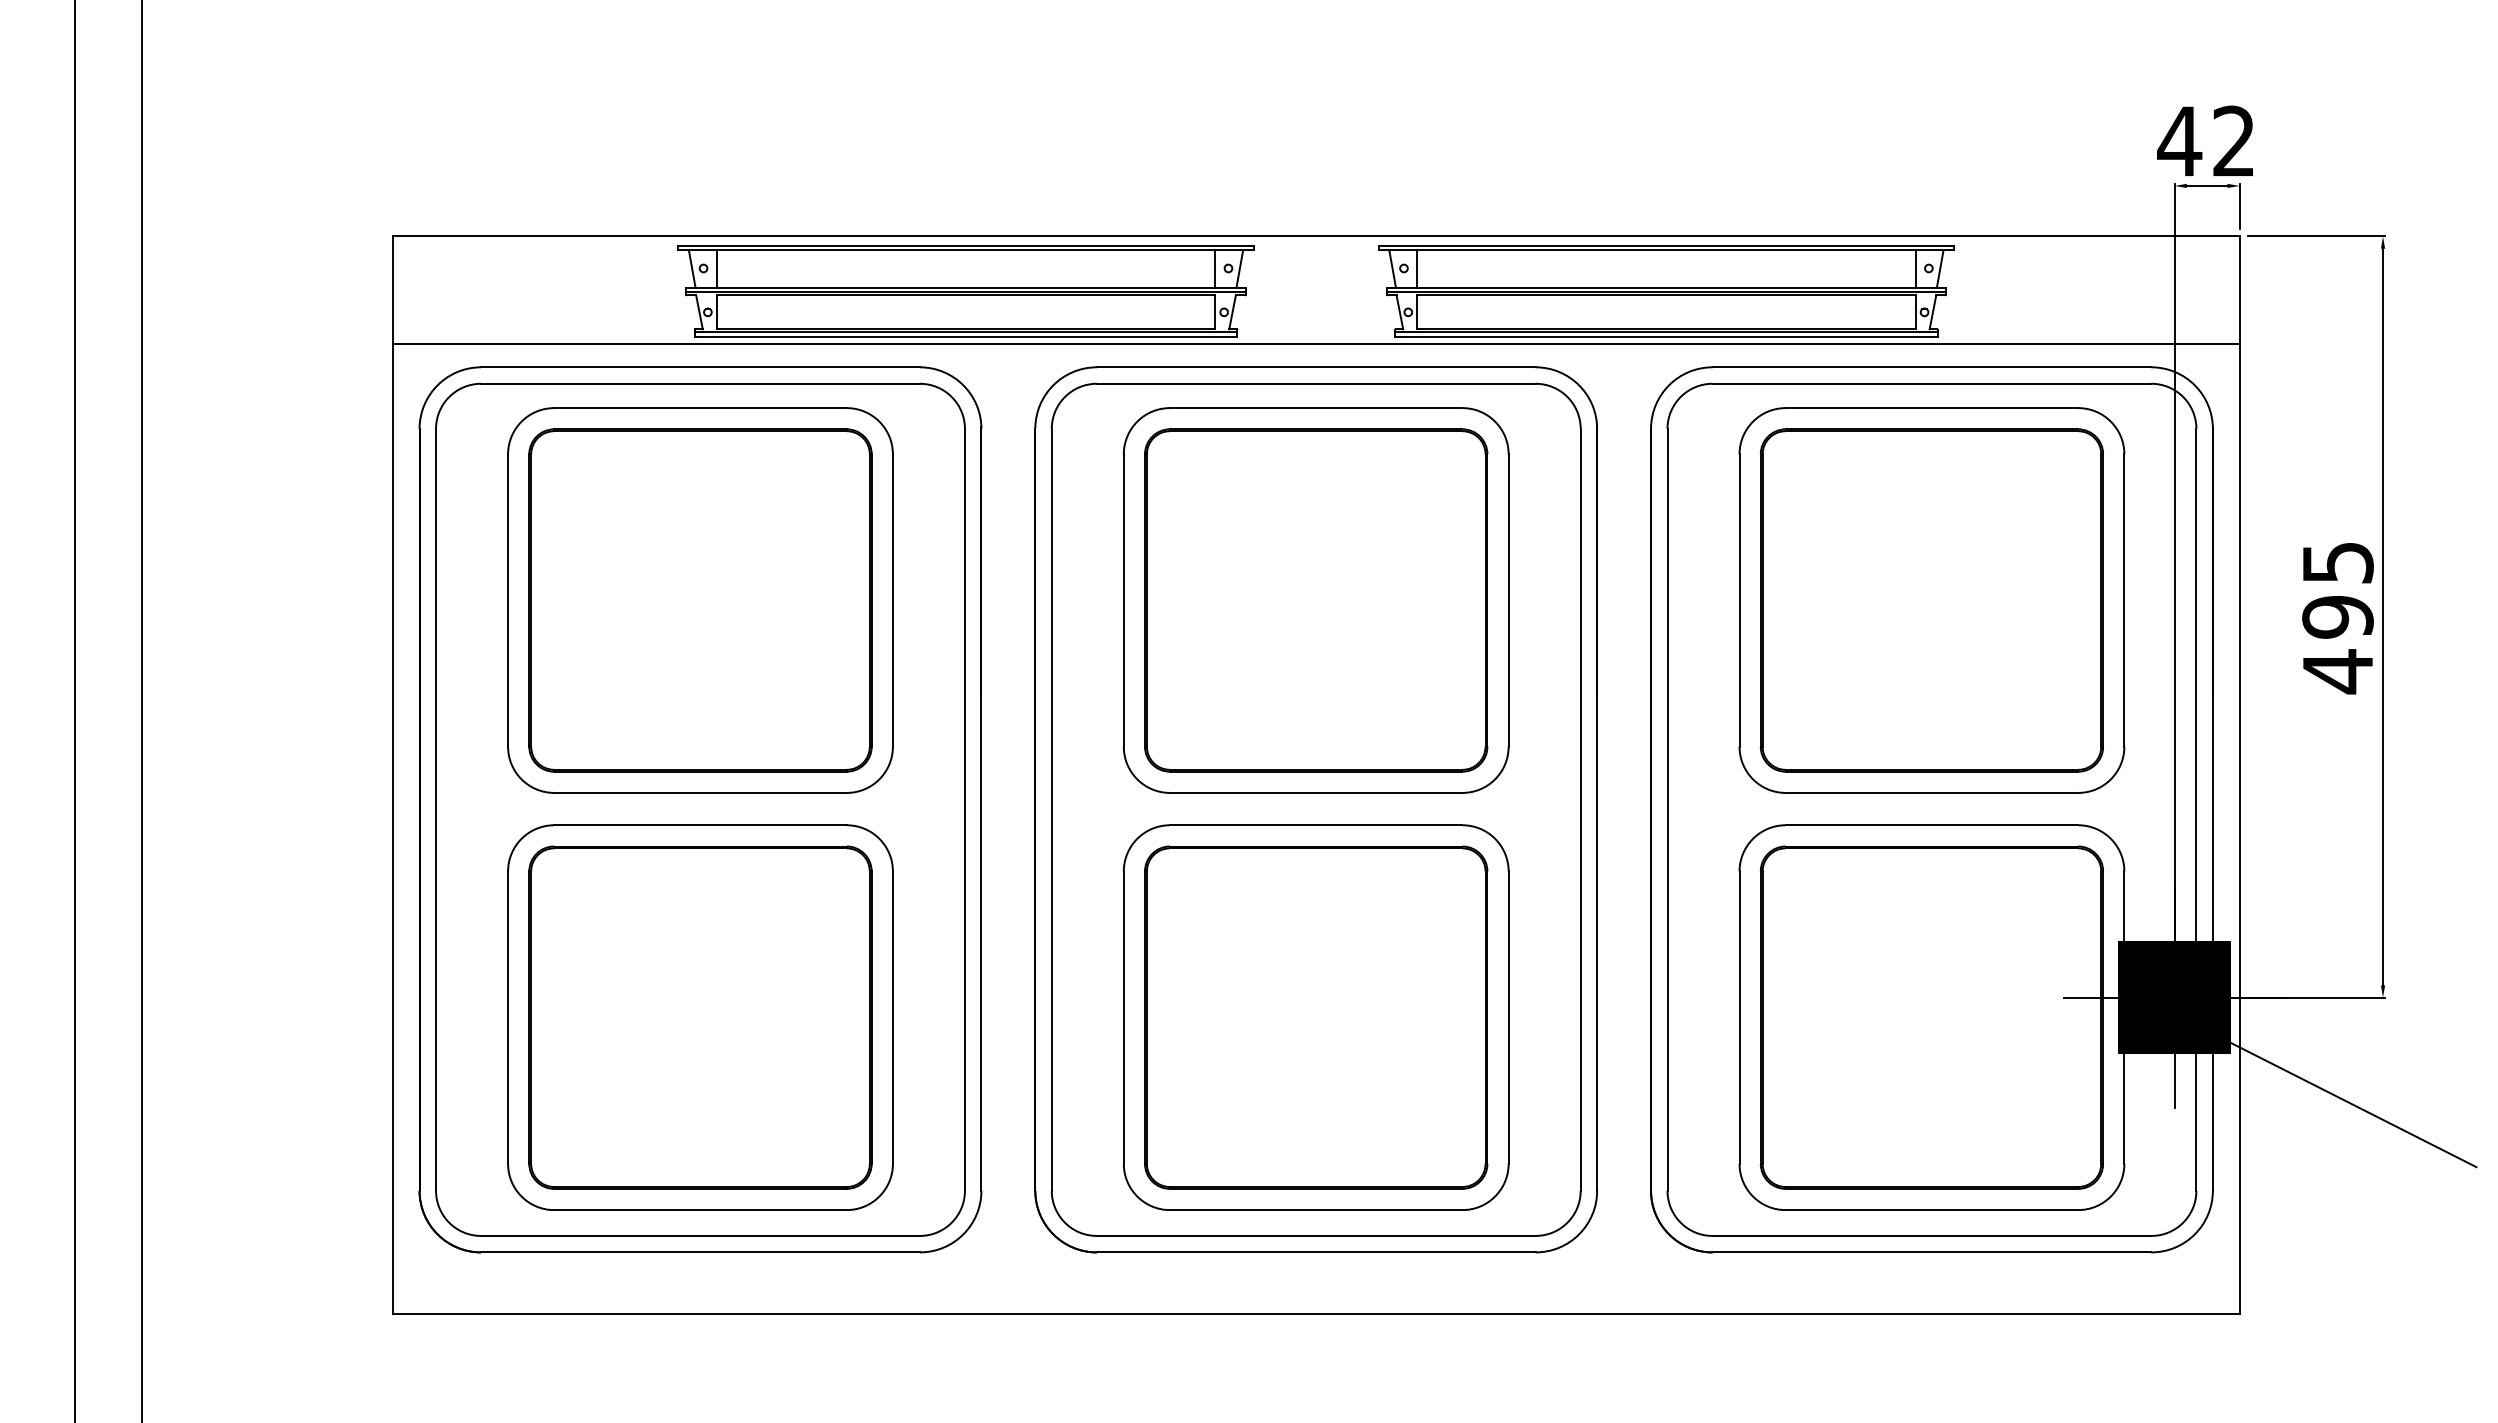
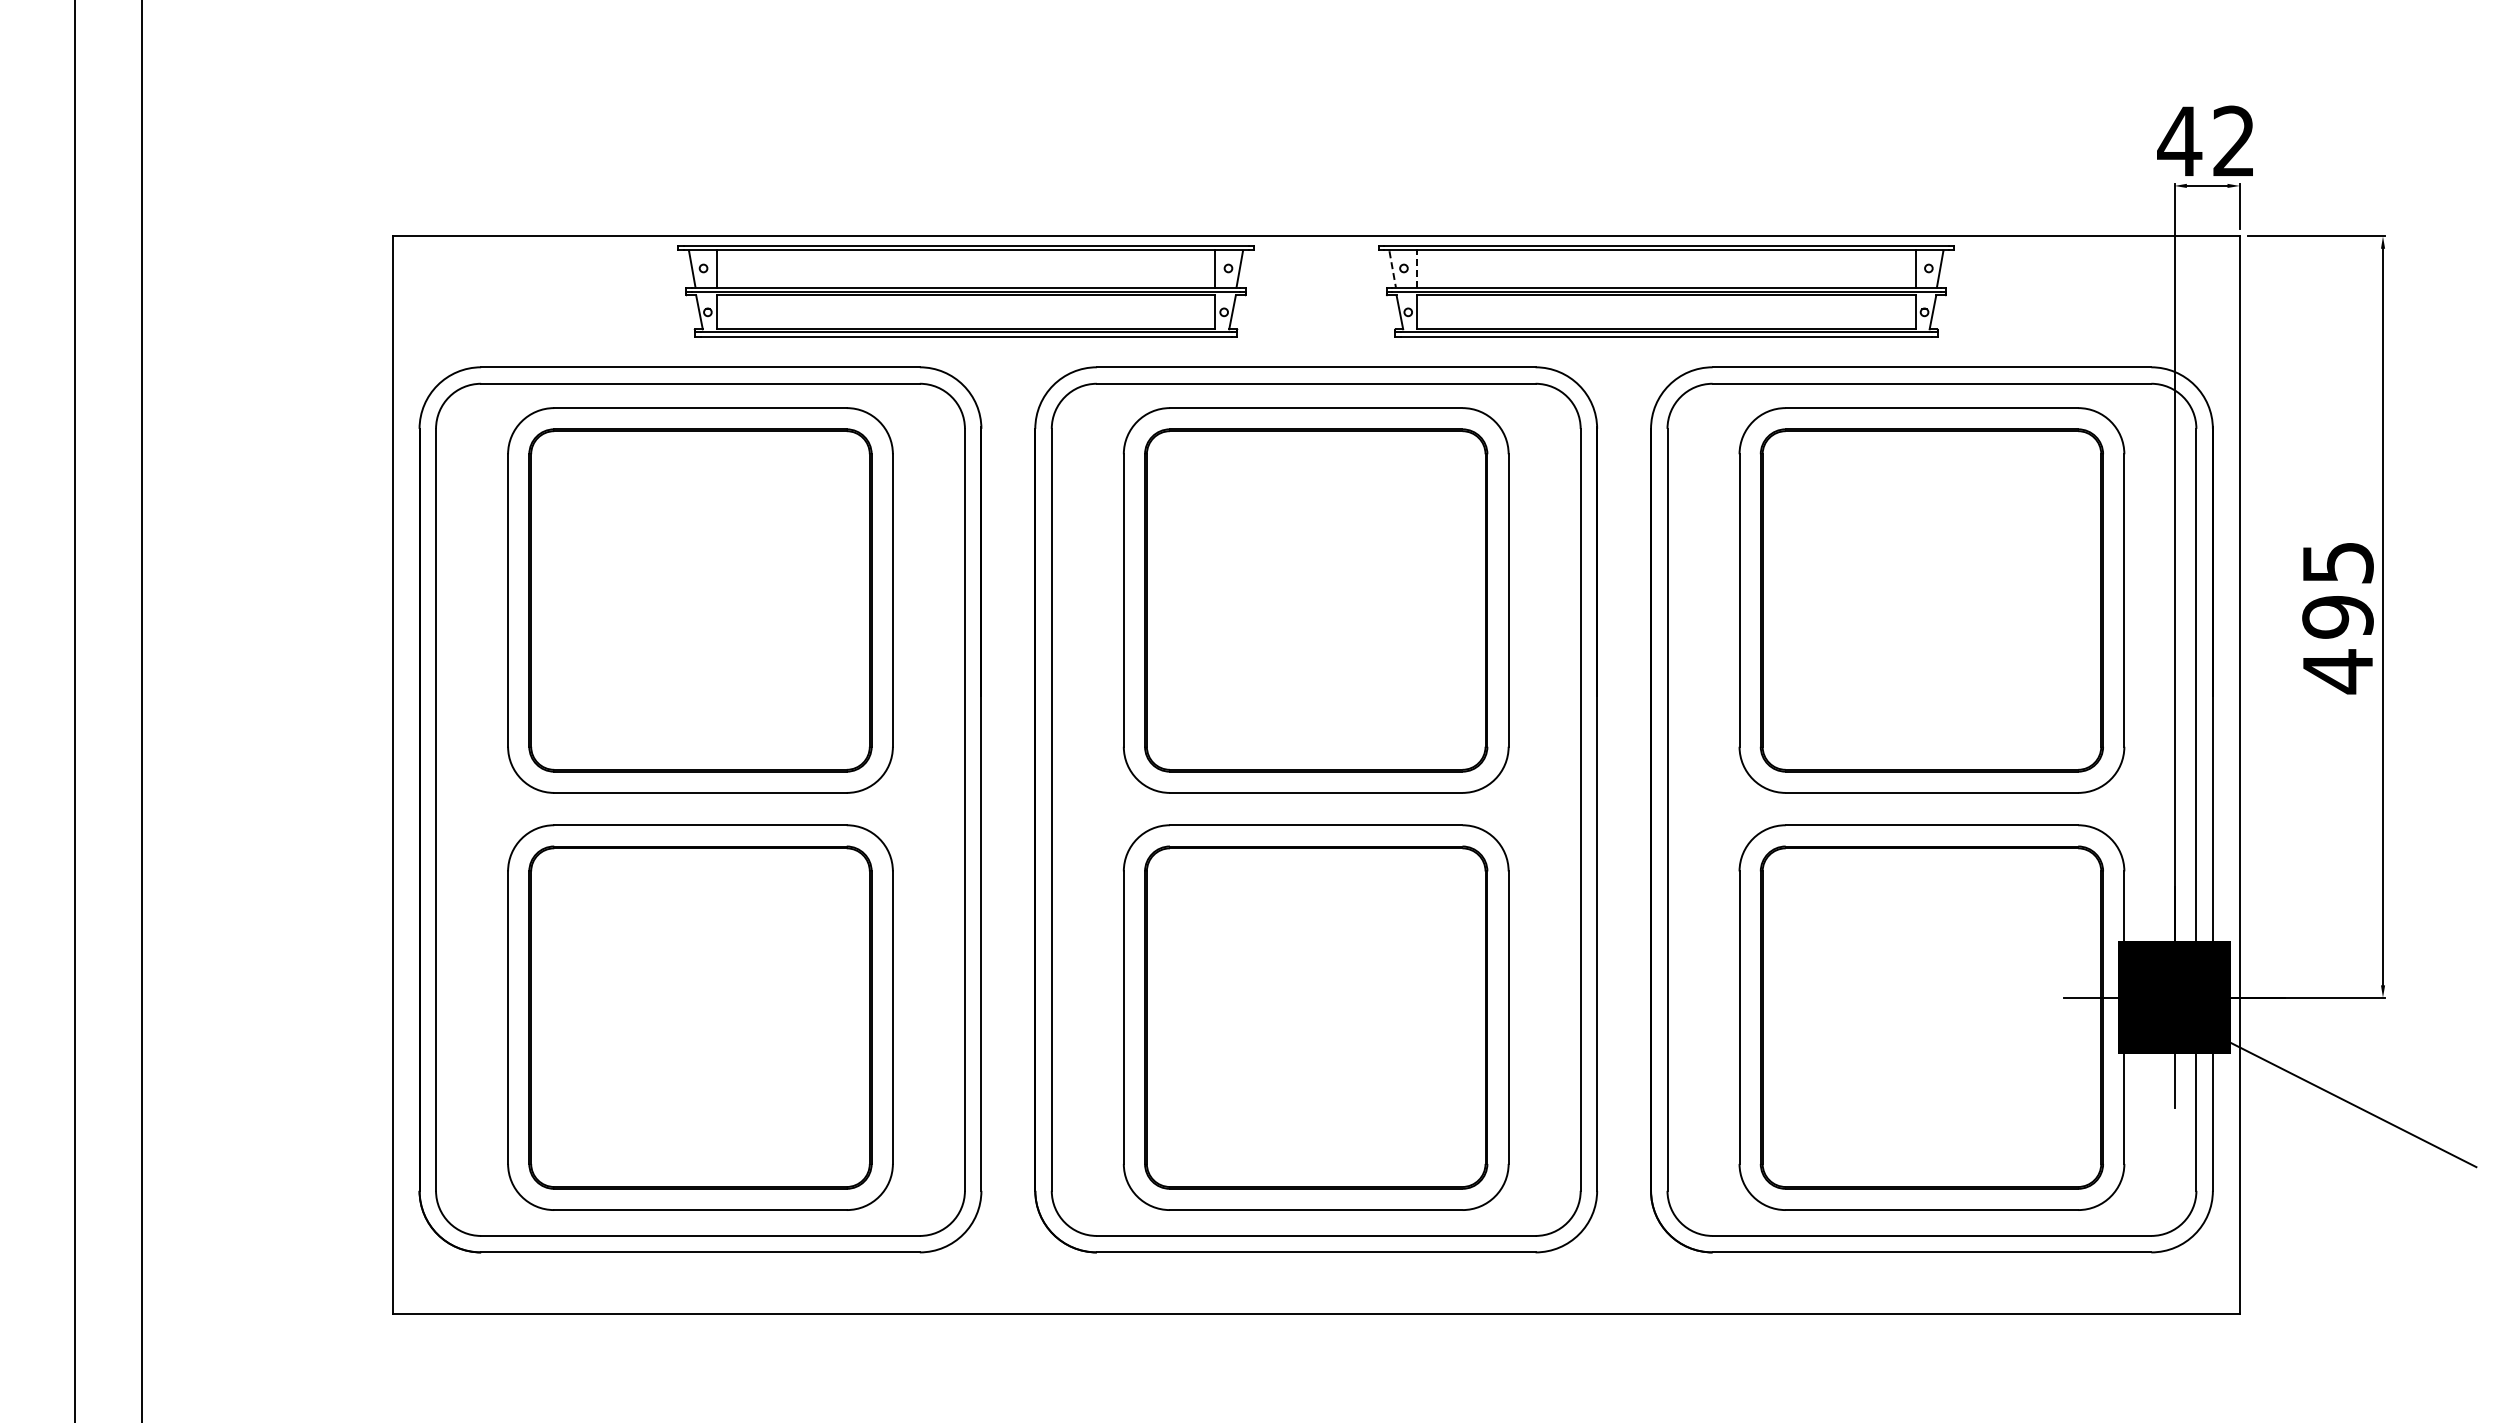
line at (1417, 269): solid -> dashed
line at (1392, 270): solid -> dashed
line at (1315, 344): present -> none
